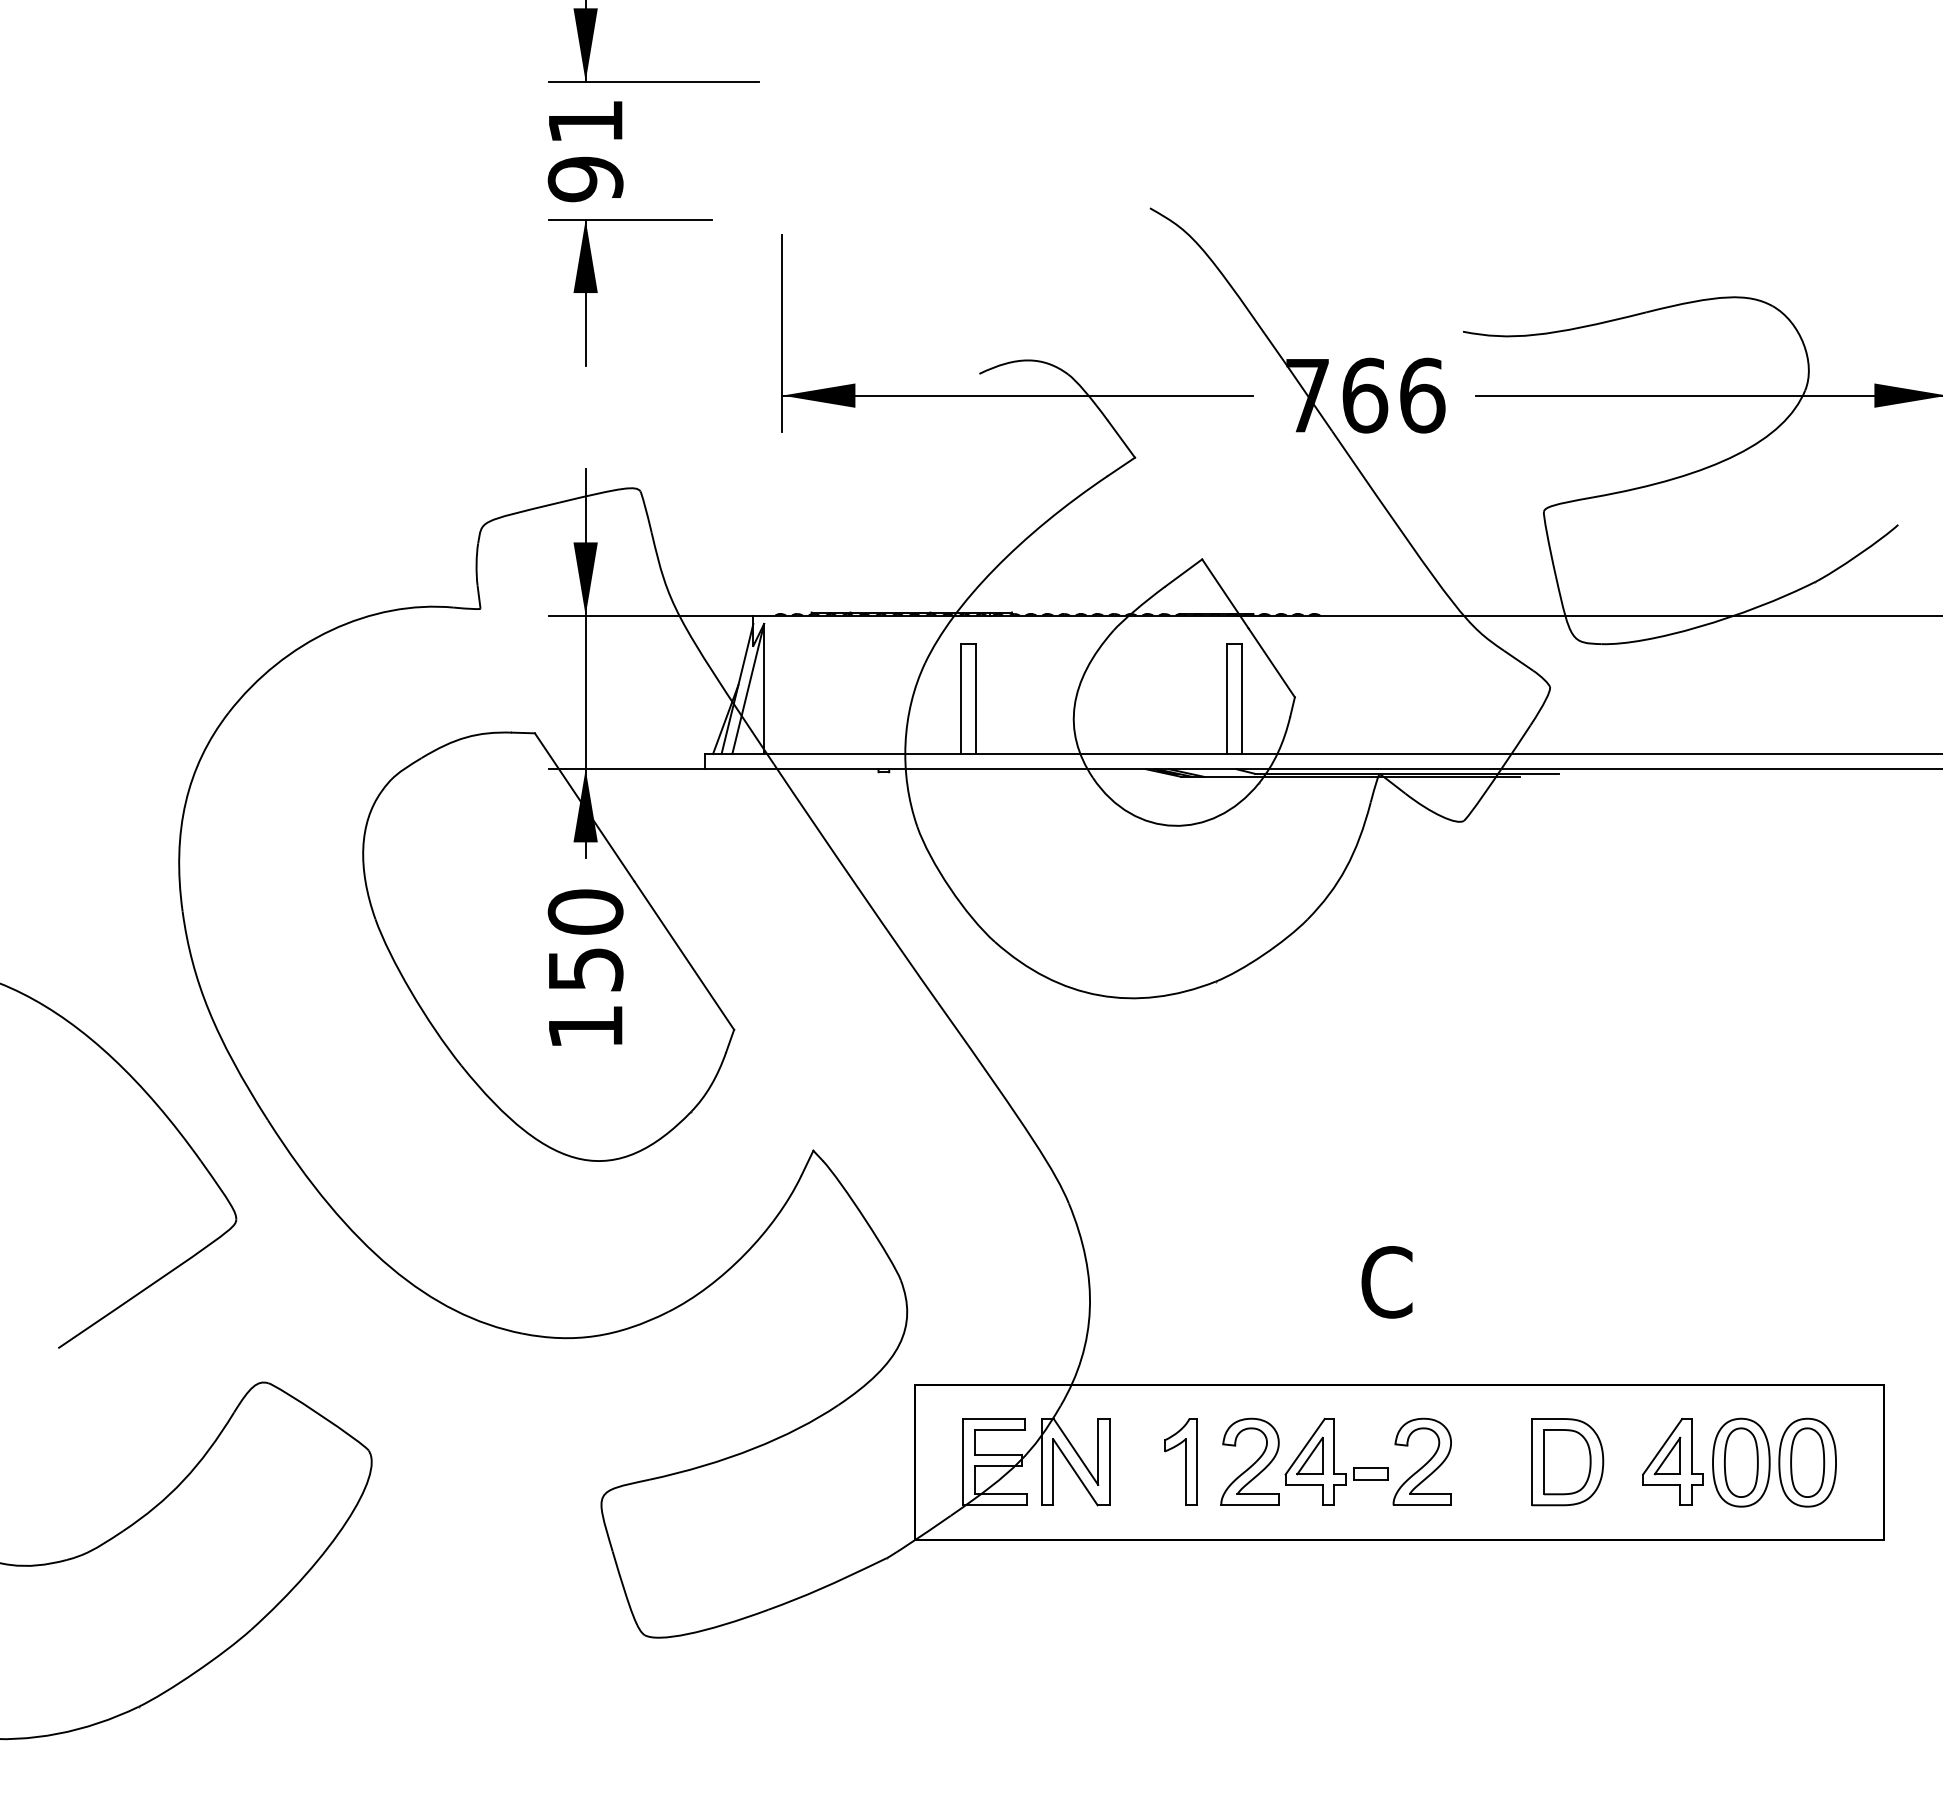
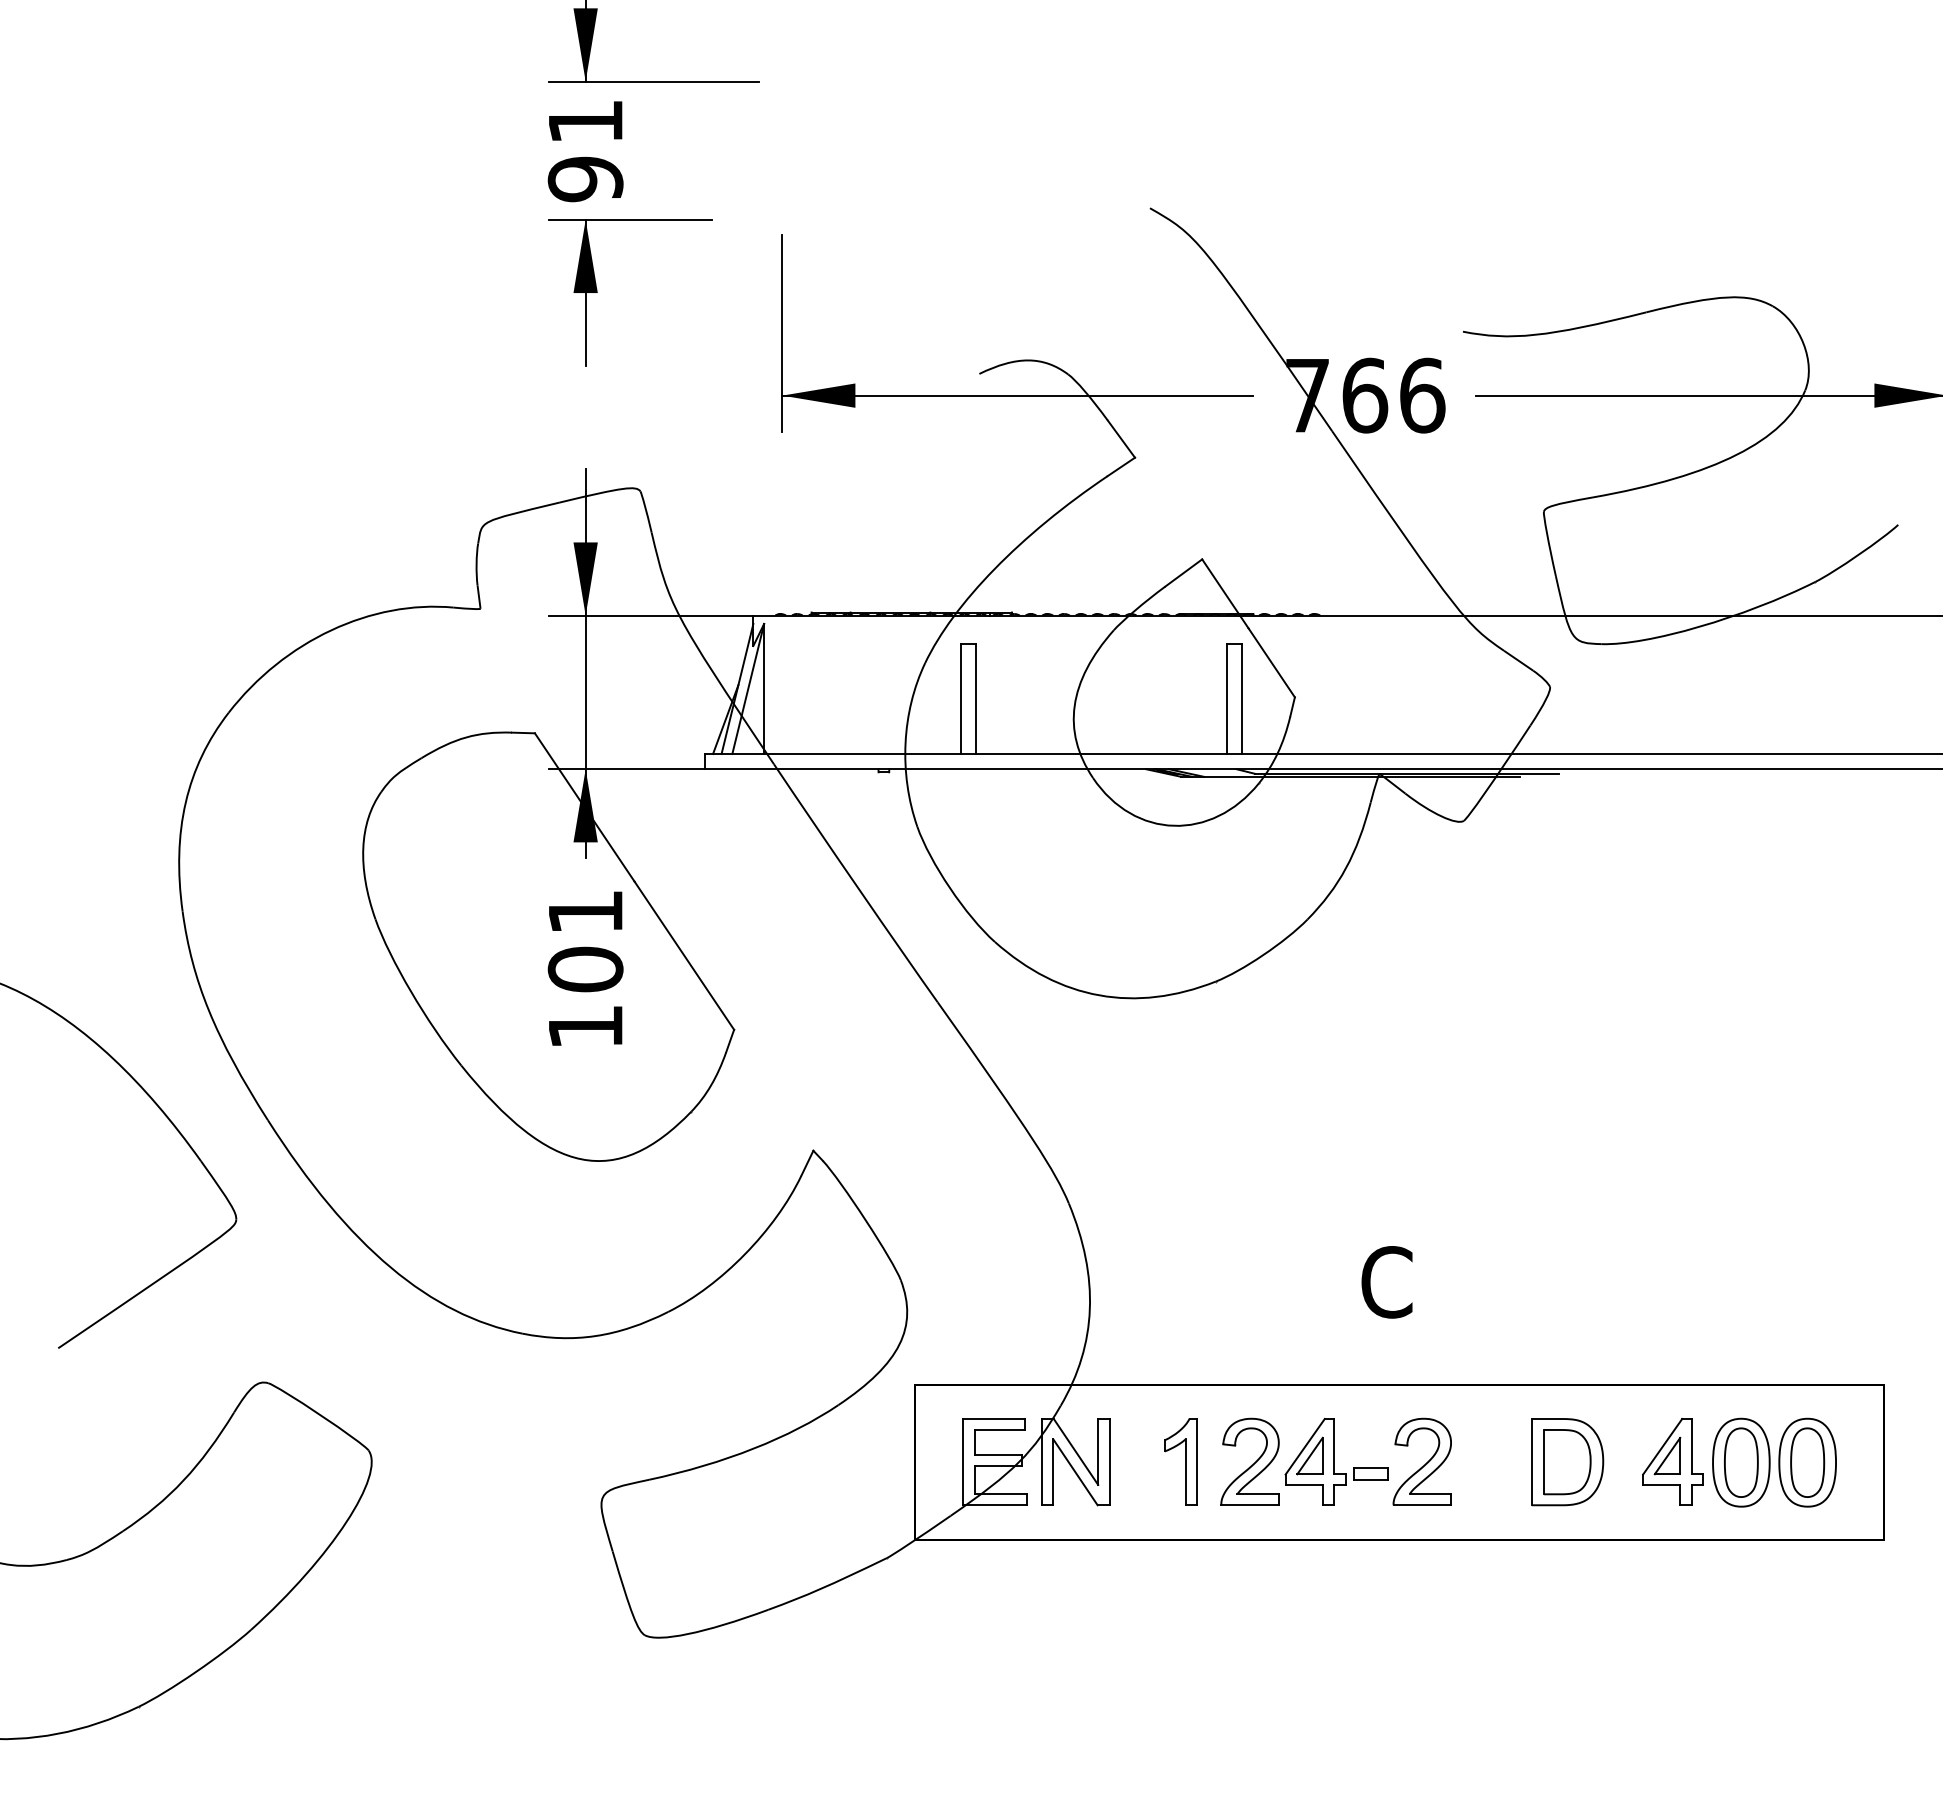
text at (585, 940): 150 -> 101
